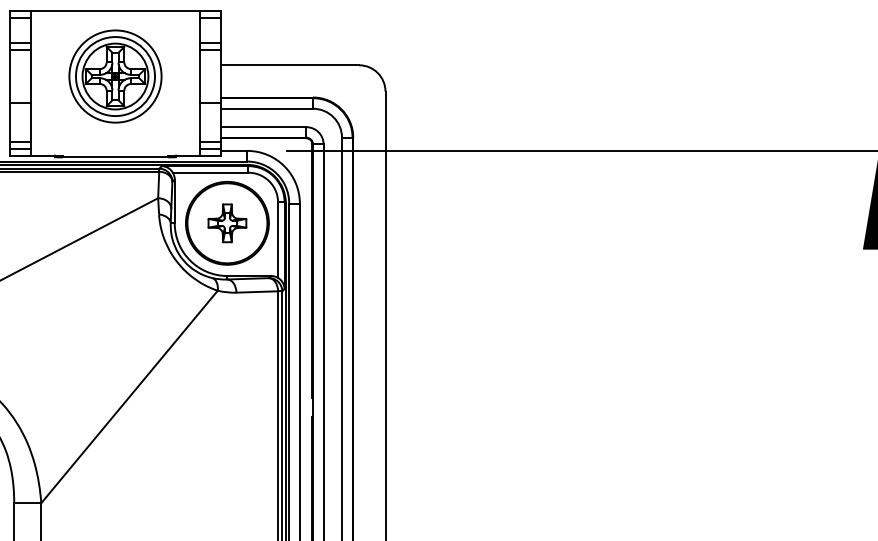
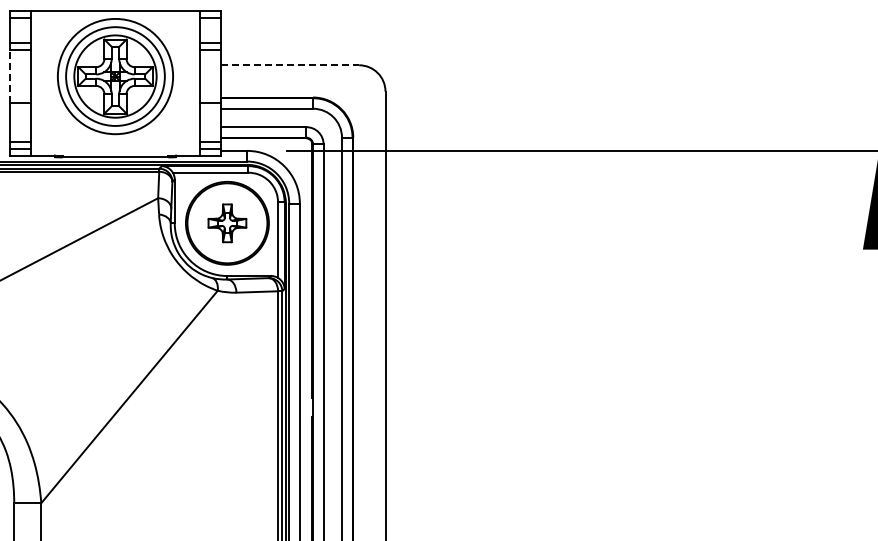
line at (290, 65): solid -> dashed
line at (10, 76): solid -> dashed
part at (115, 76) size: 95x95 px -> 117x118 px
